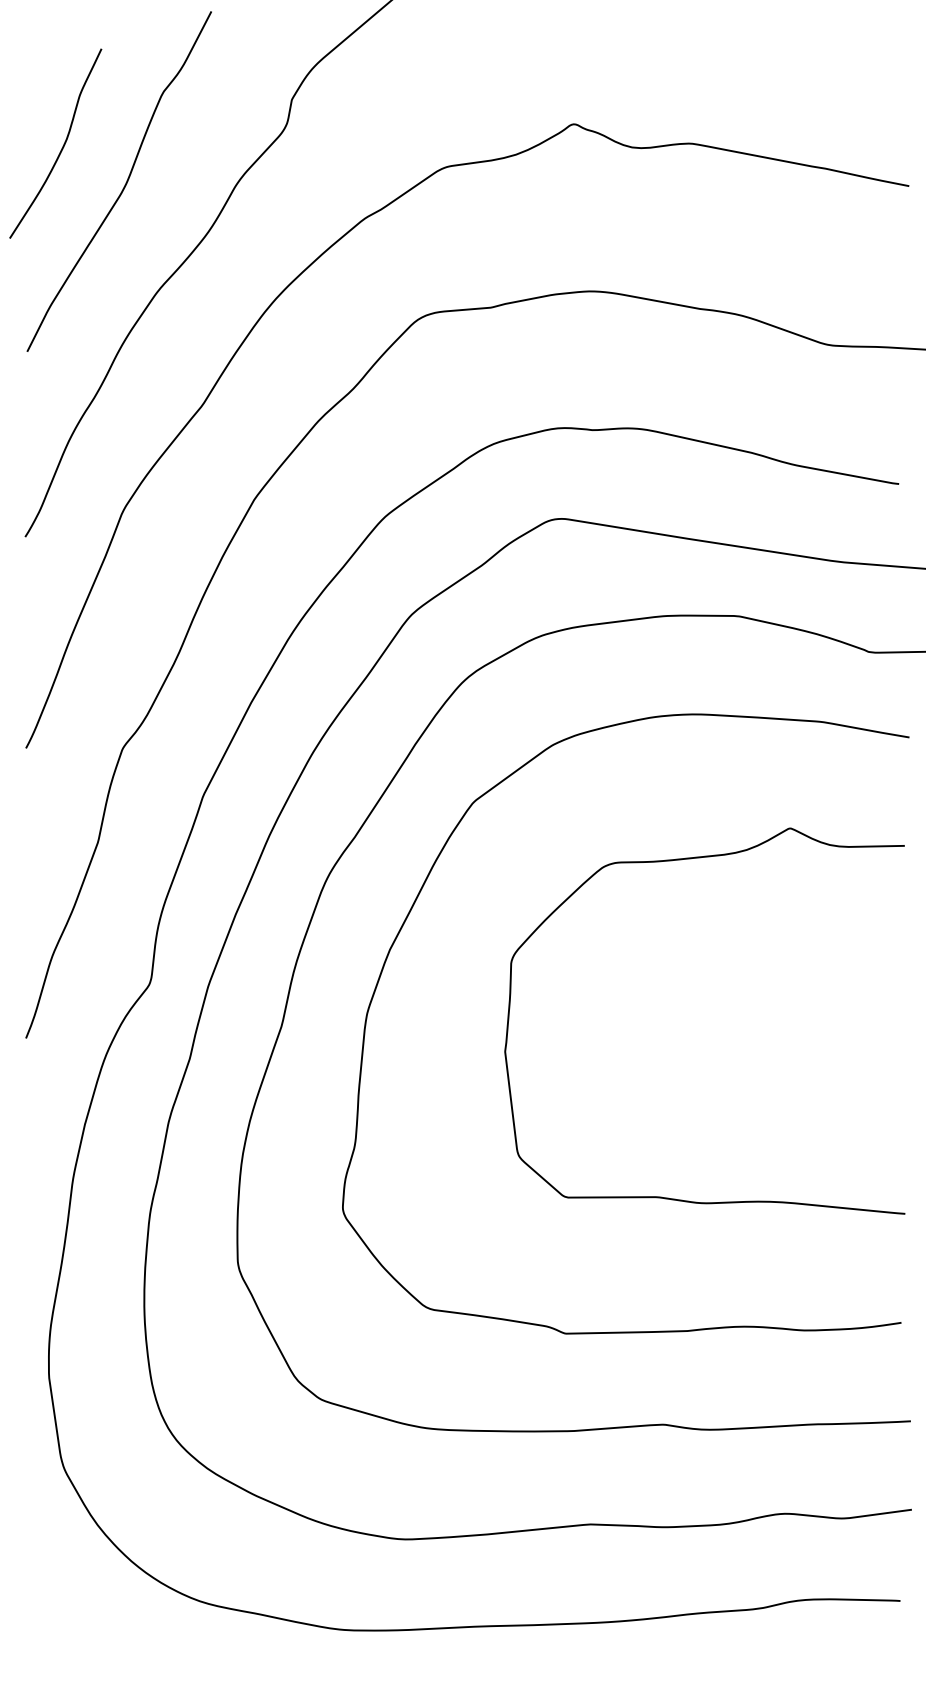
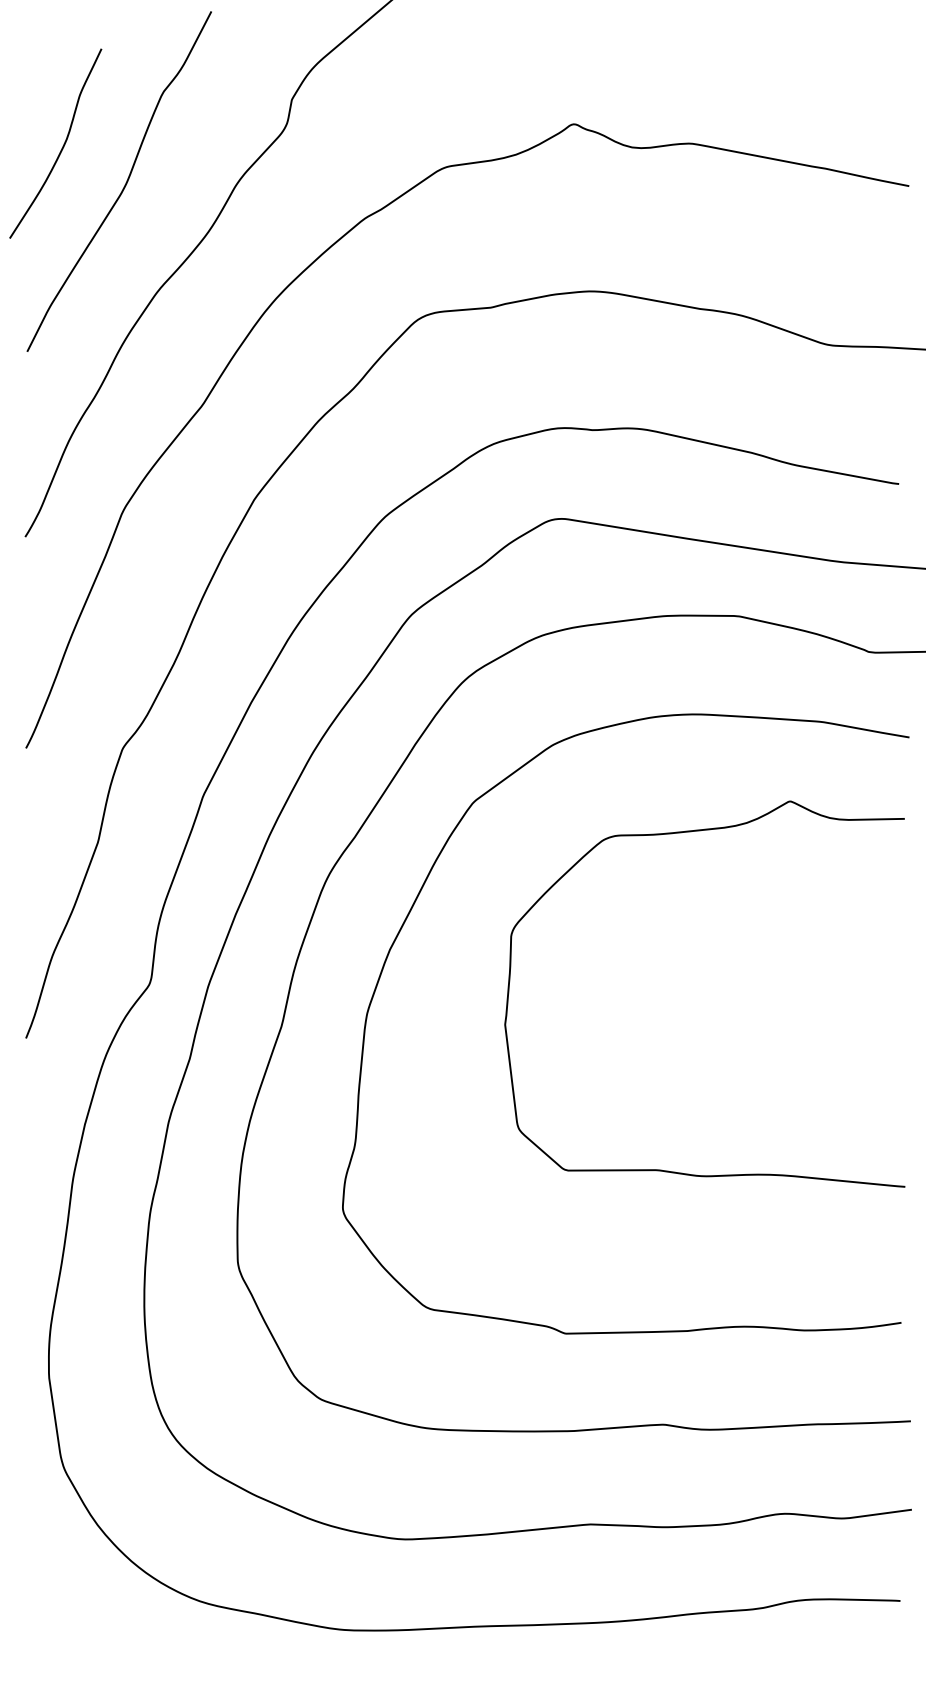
curve at (691, 859) position: (691, 859) -> (691, 832)
